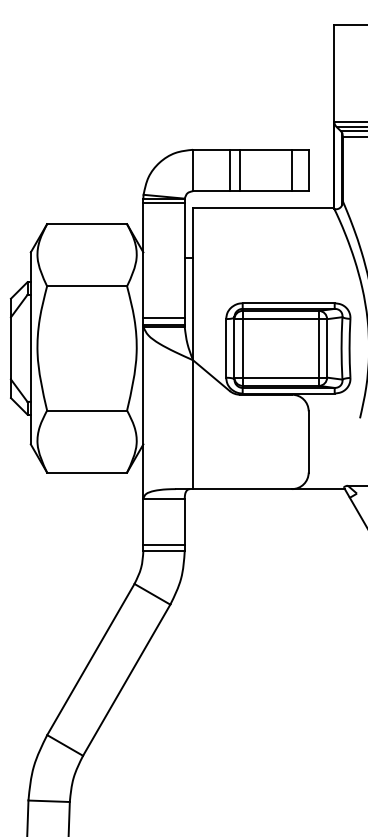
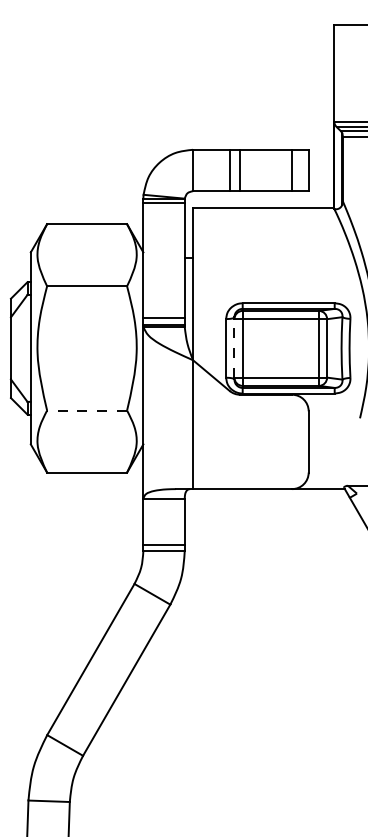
line at (234, 347): solid -> dashed
line at (87, 410): solid -> dashed
